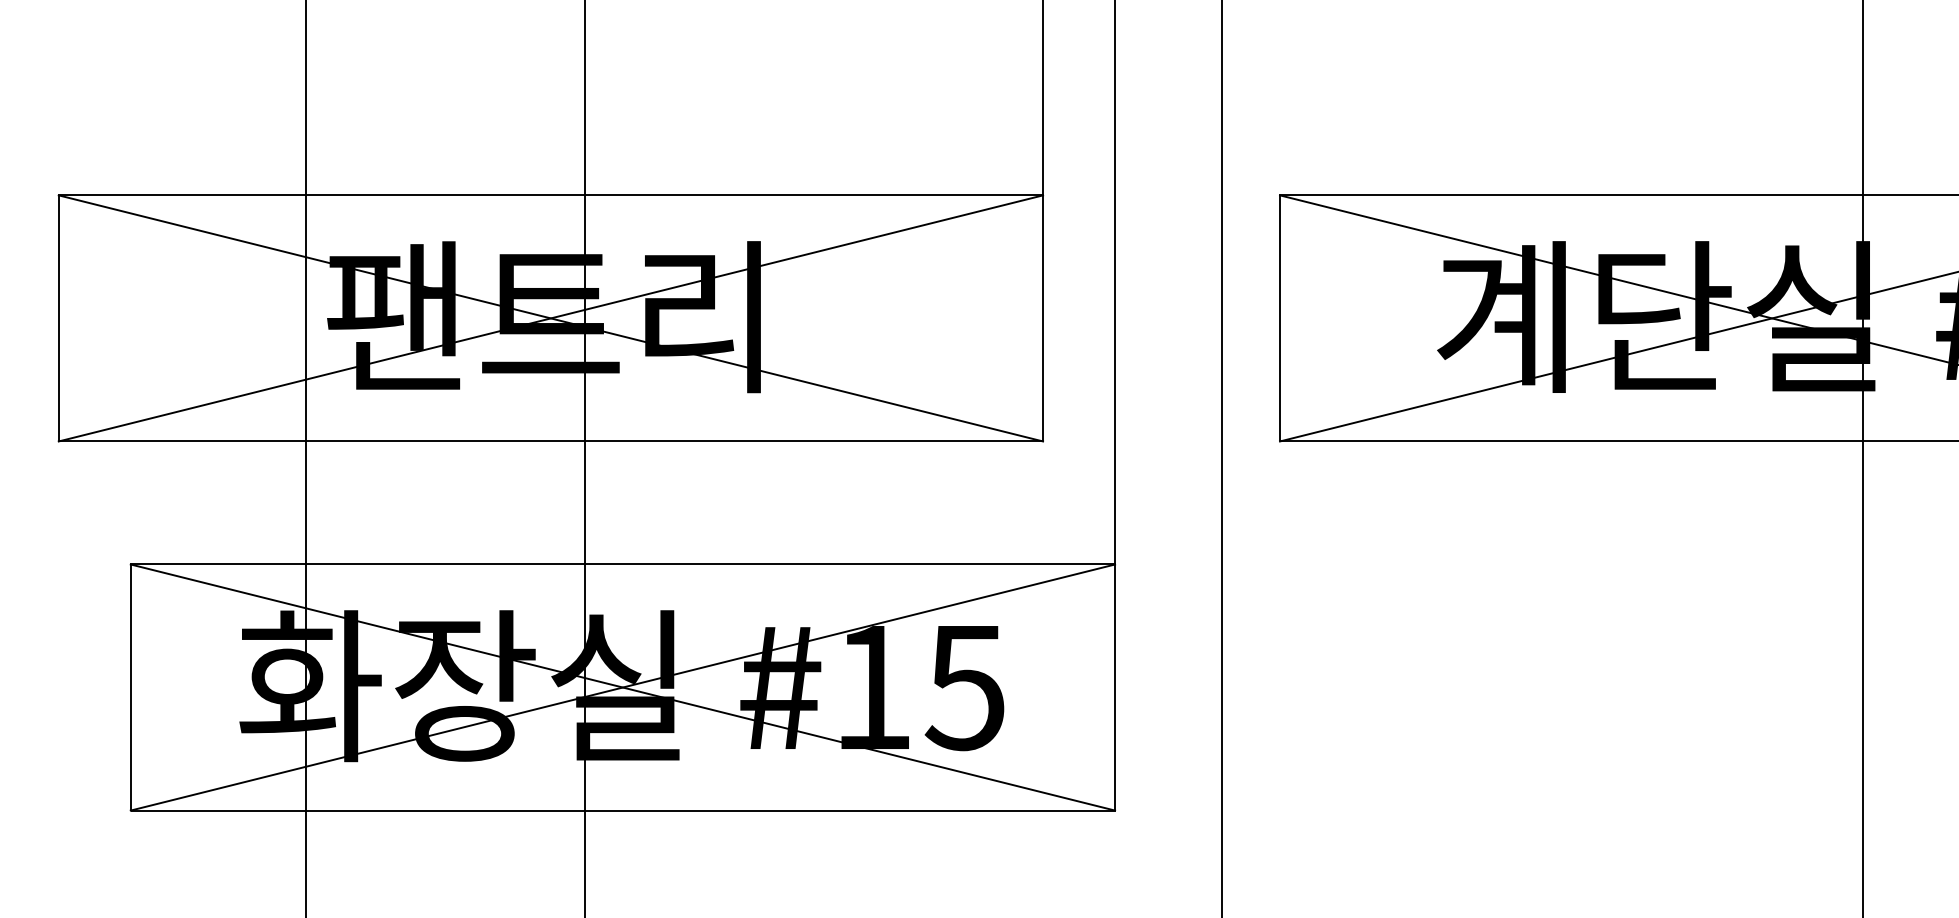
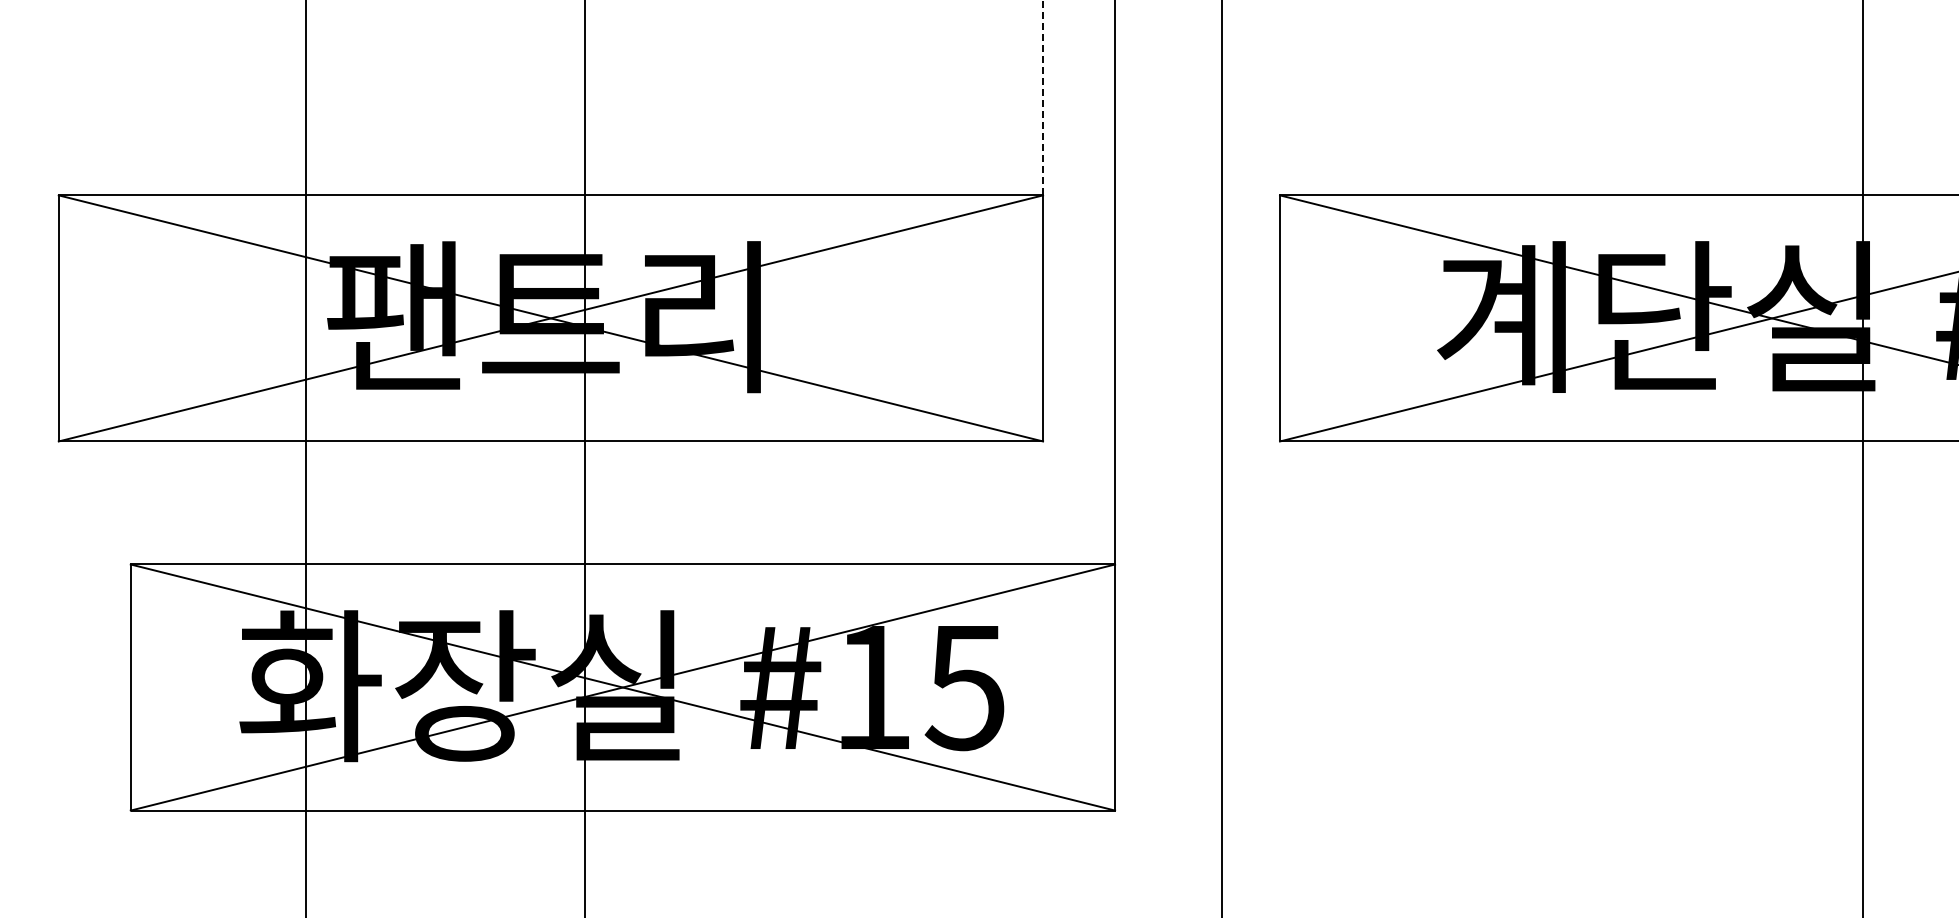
line at (1043, 97): solid -> dashed
